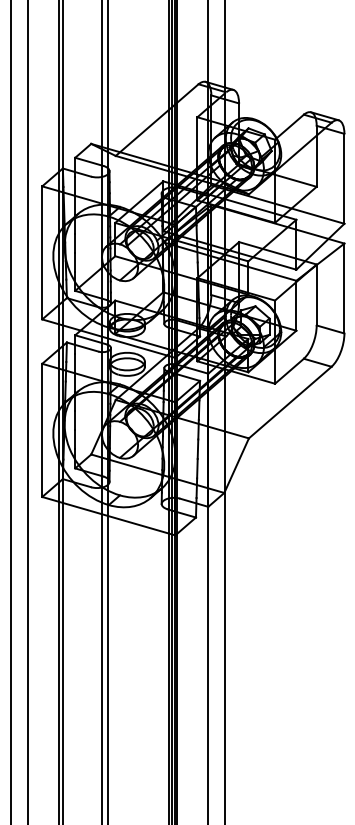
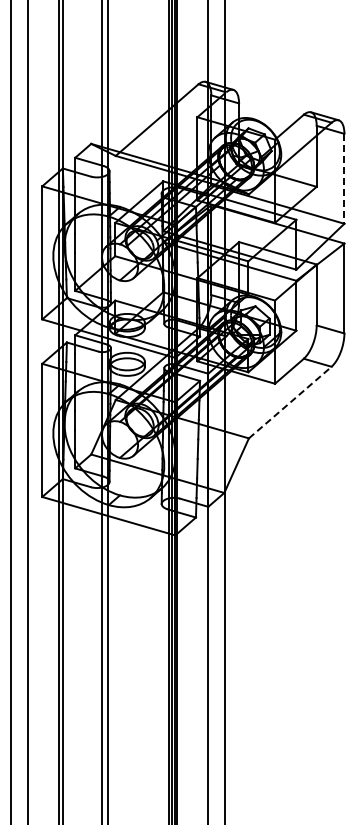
line at (344, 178): solid -> dashed
line at (290, 402): solid -> dashed
